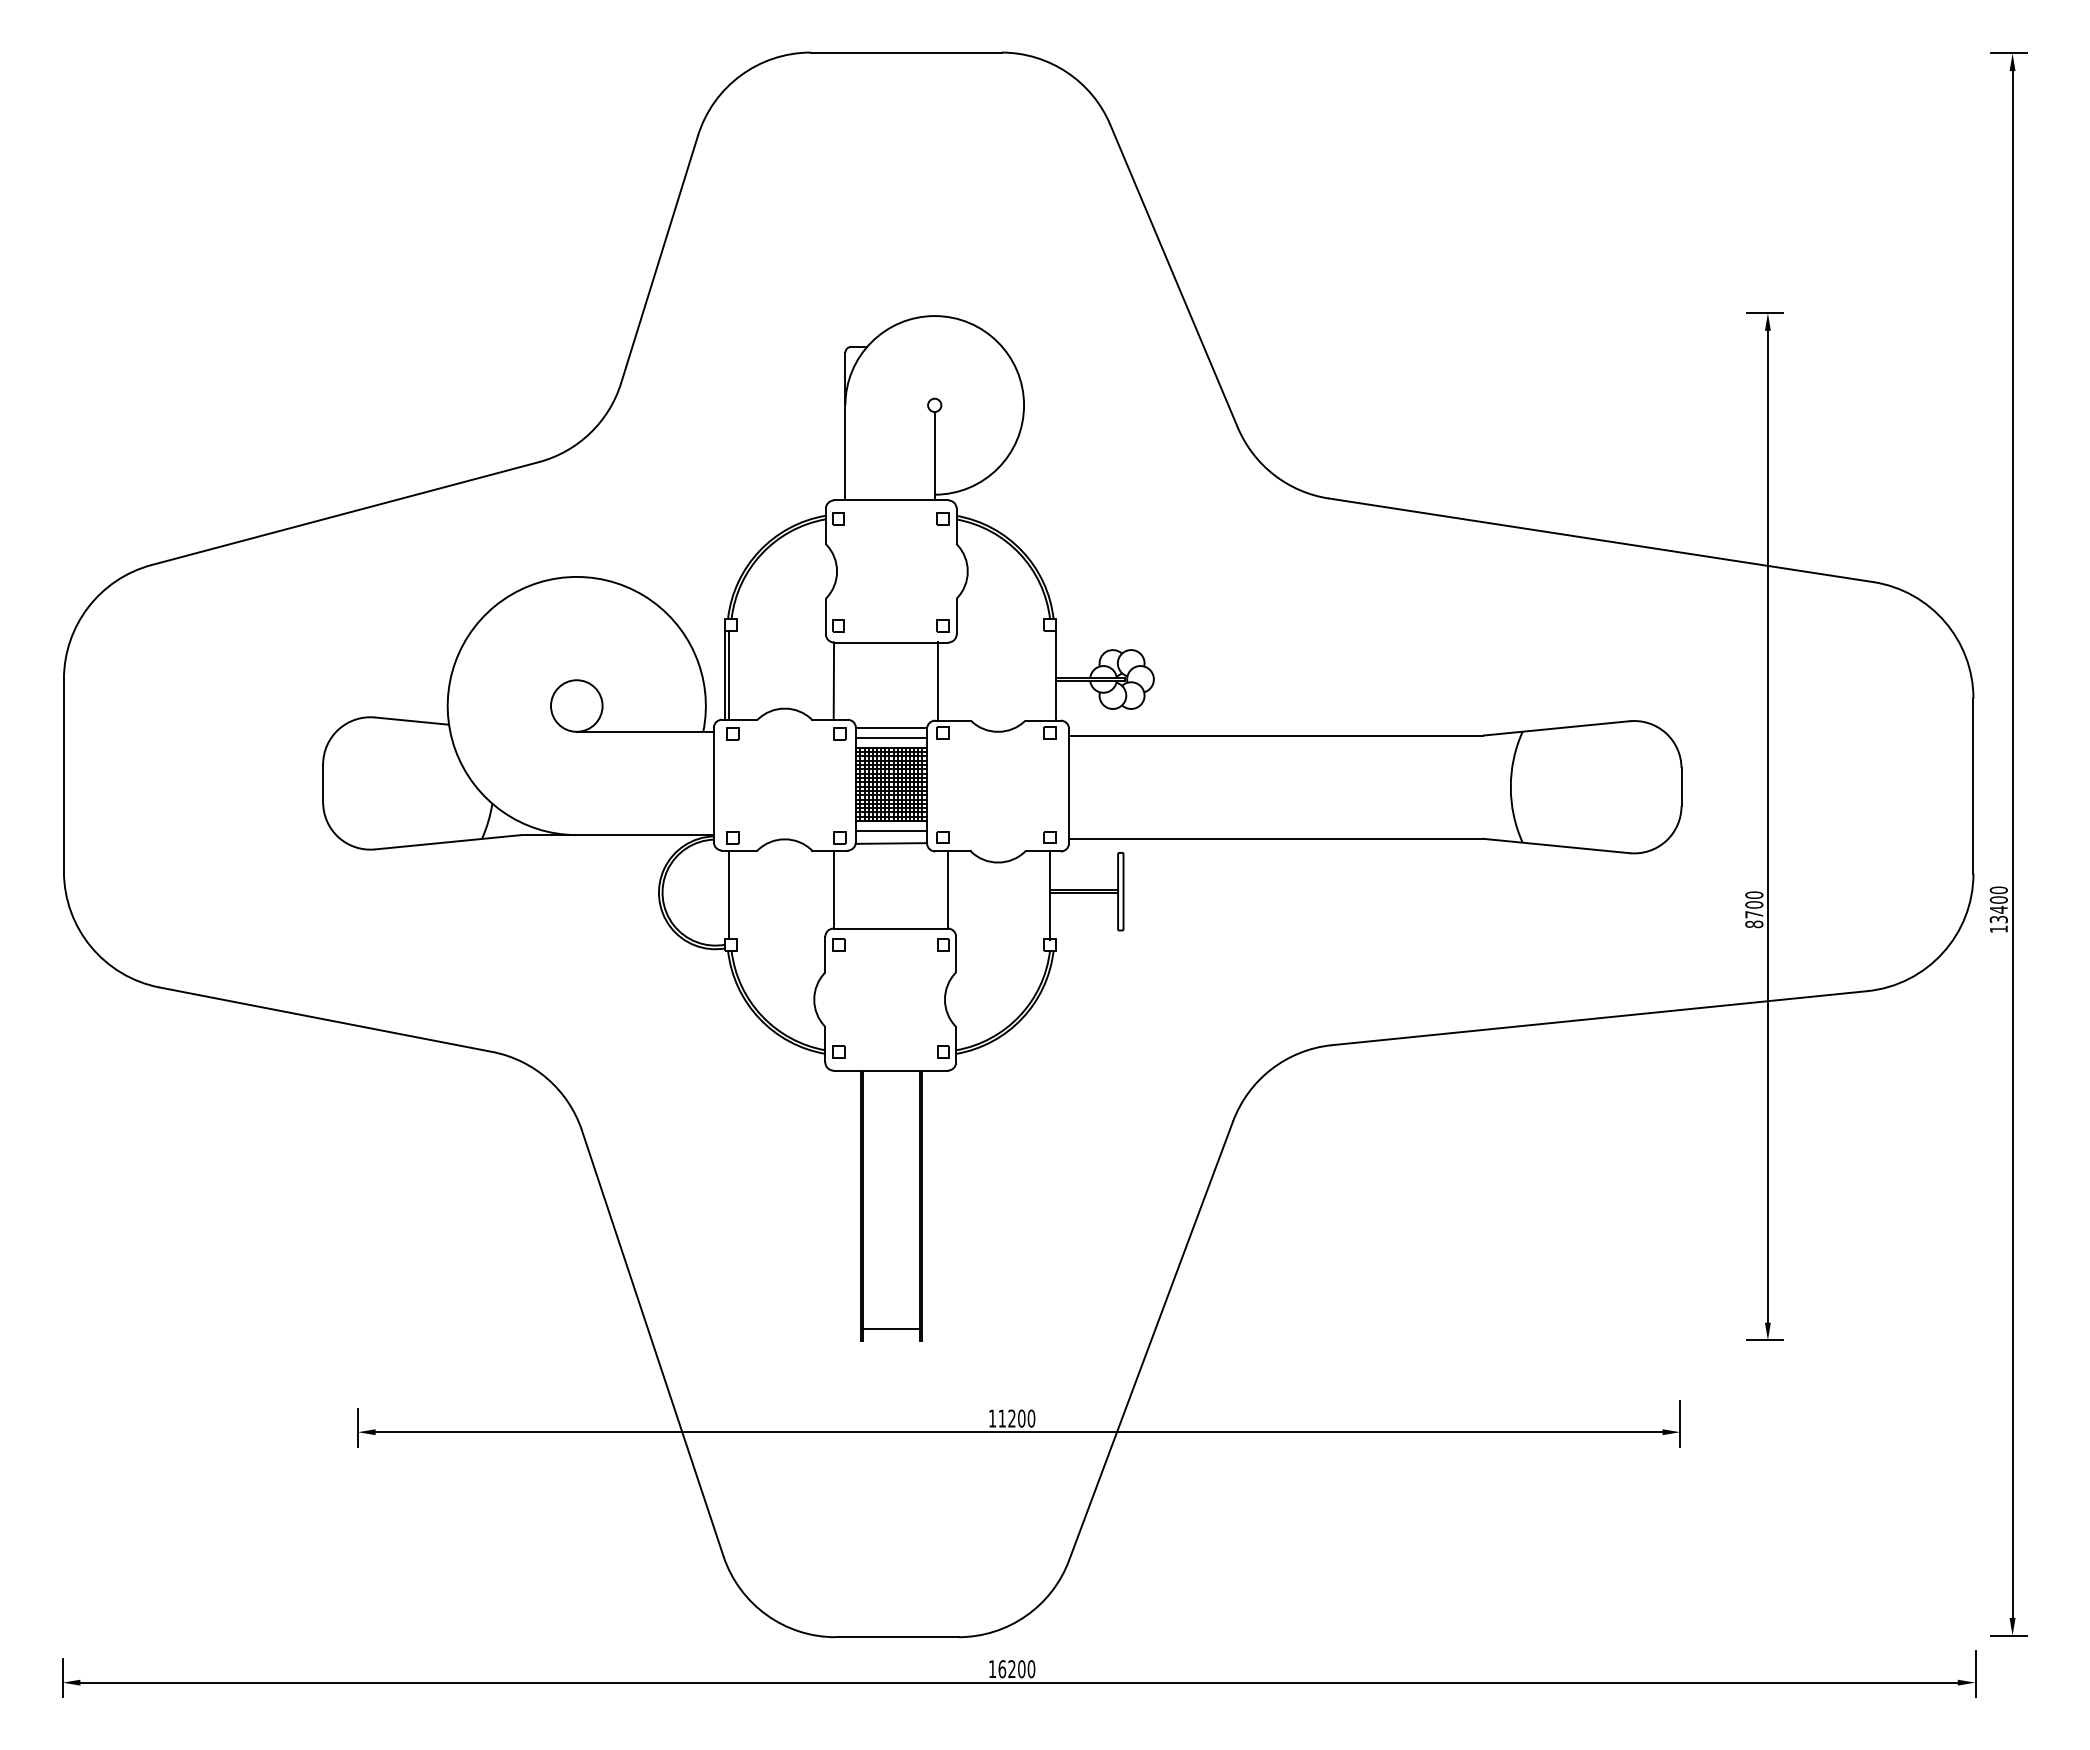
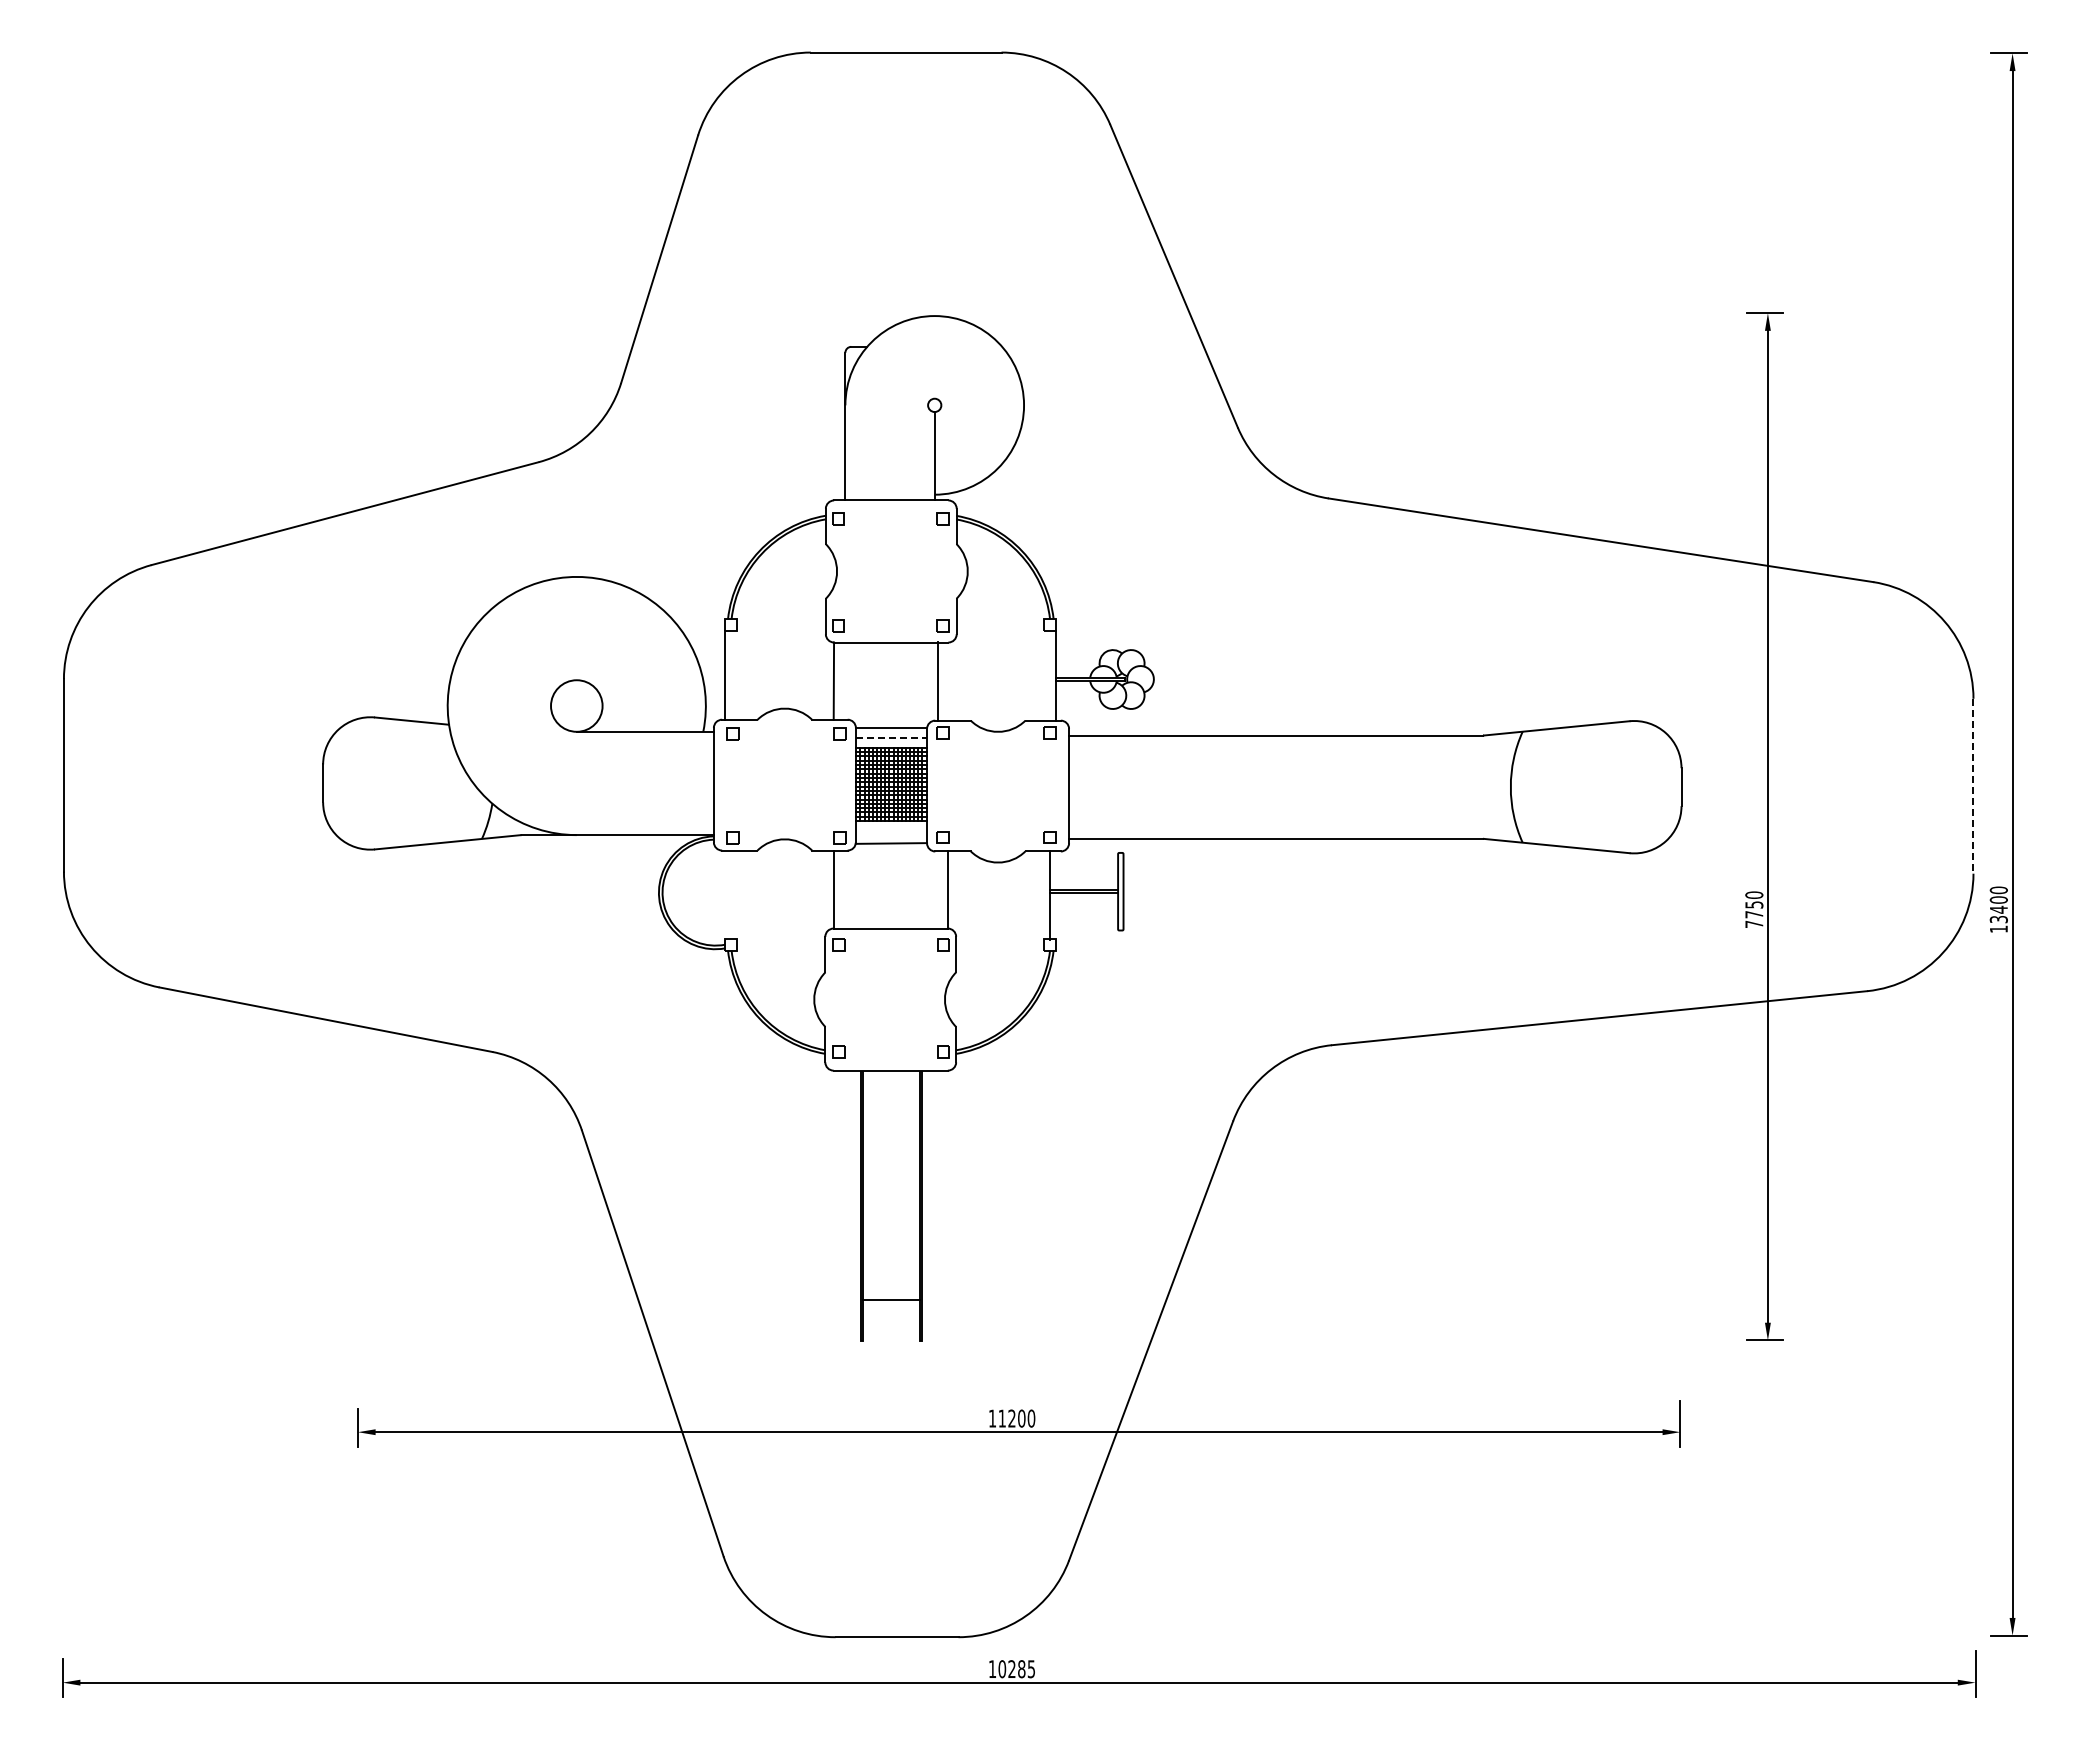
line at (728, 675): present -> none
line at (891, 737): solid -> dashed
line at (1973, 786): solid -> dashed
line at (891, 831): present -> none
line at (728, 894): present -> none
text at (1754, 914): 8700 -> 7750
line at (891, 1328) position: (891, 1328) -> (891, 1299)
text at (1016, 1669): 16200 -> 10285
